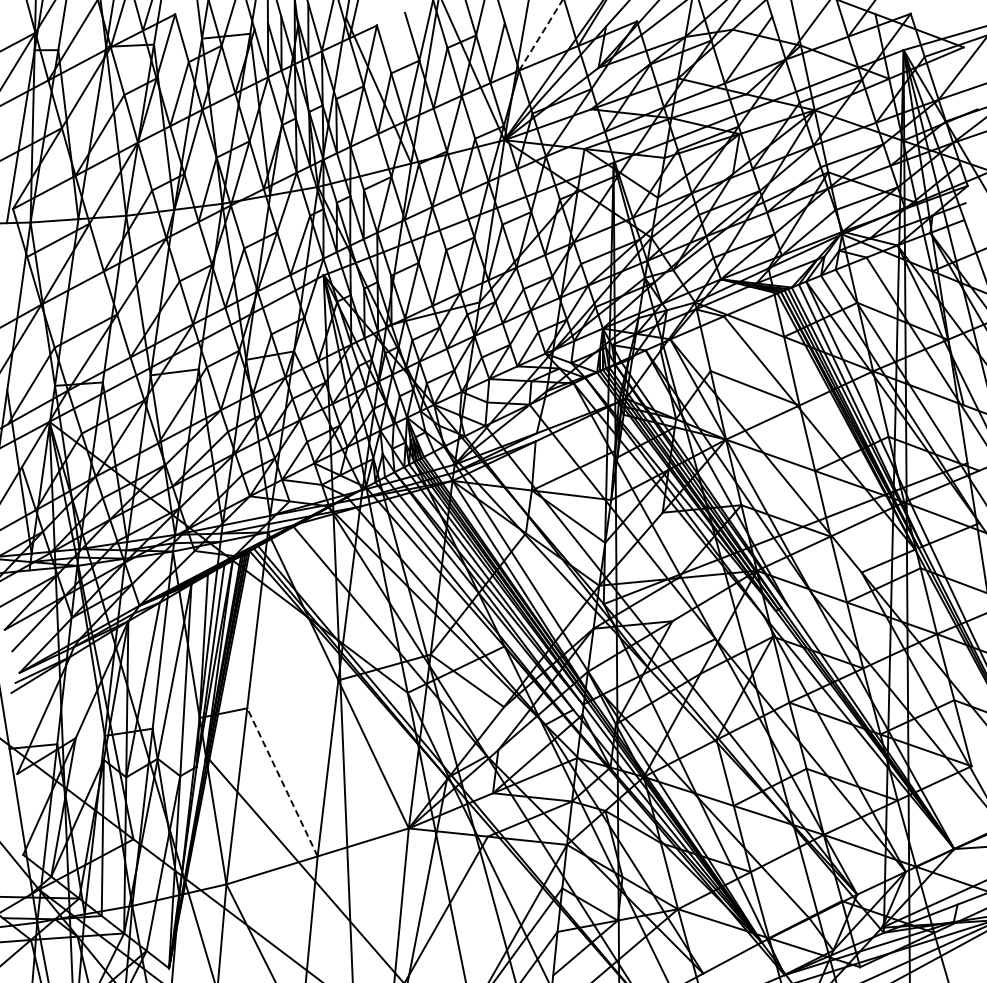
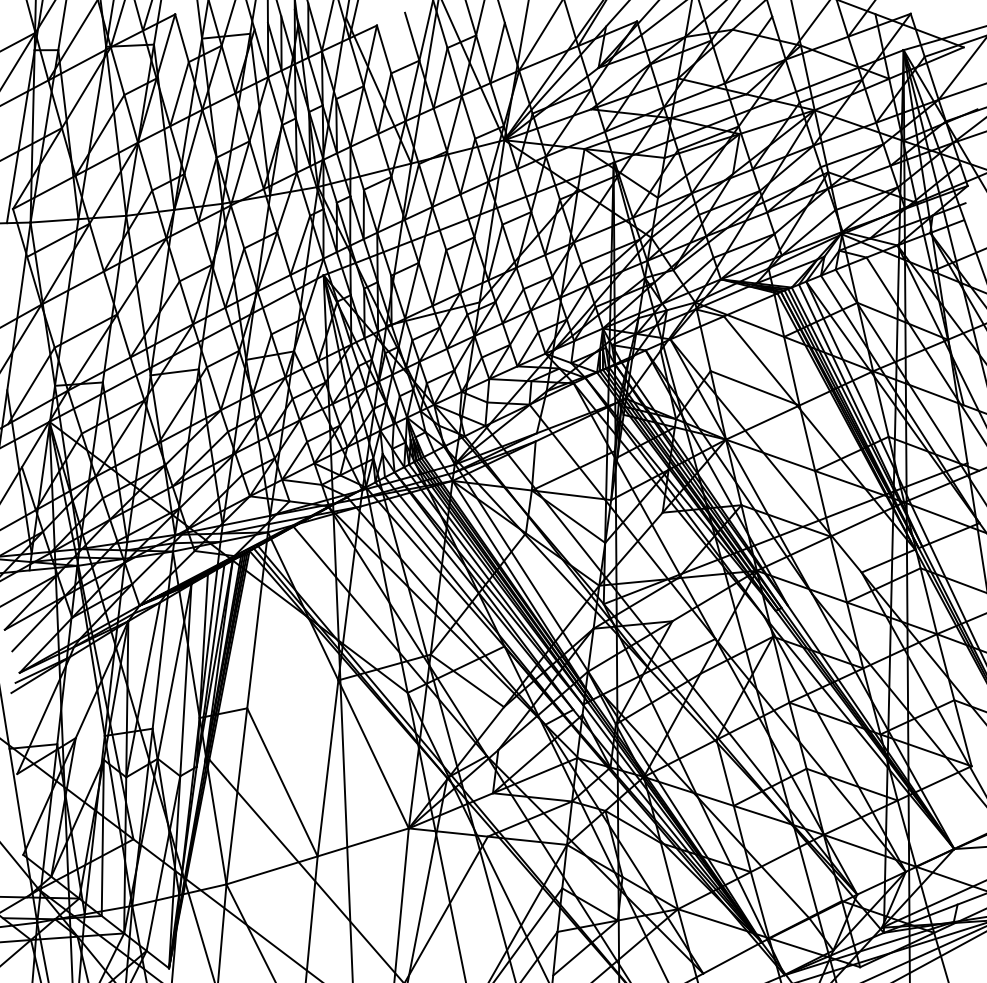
line at (541, 35): dashed -> solid
line at (282, 782): dashed -> solid
